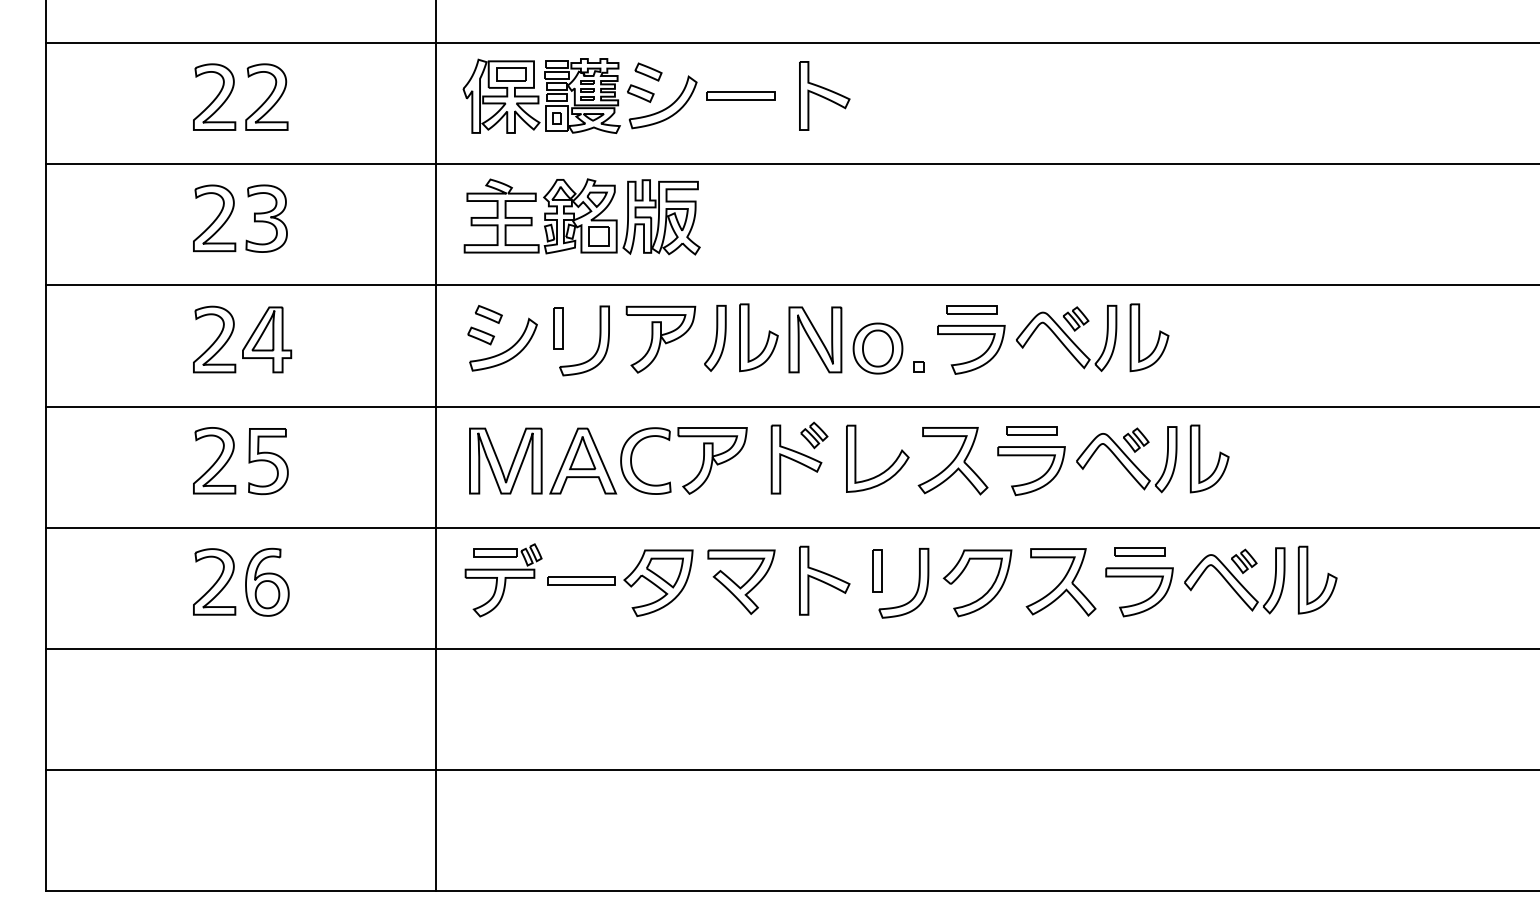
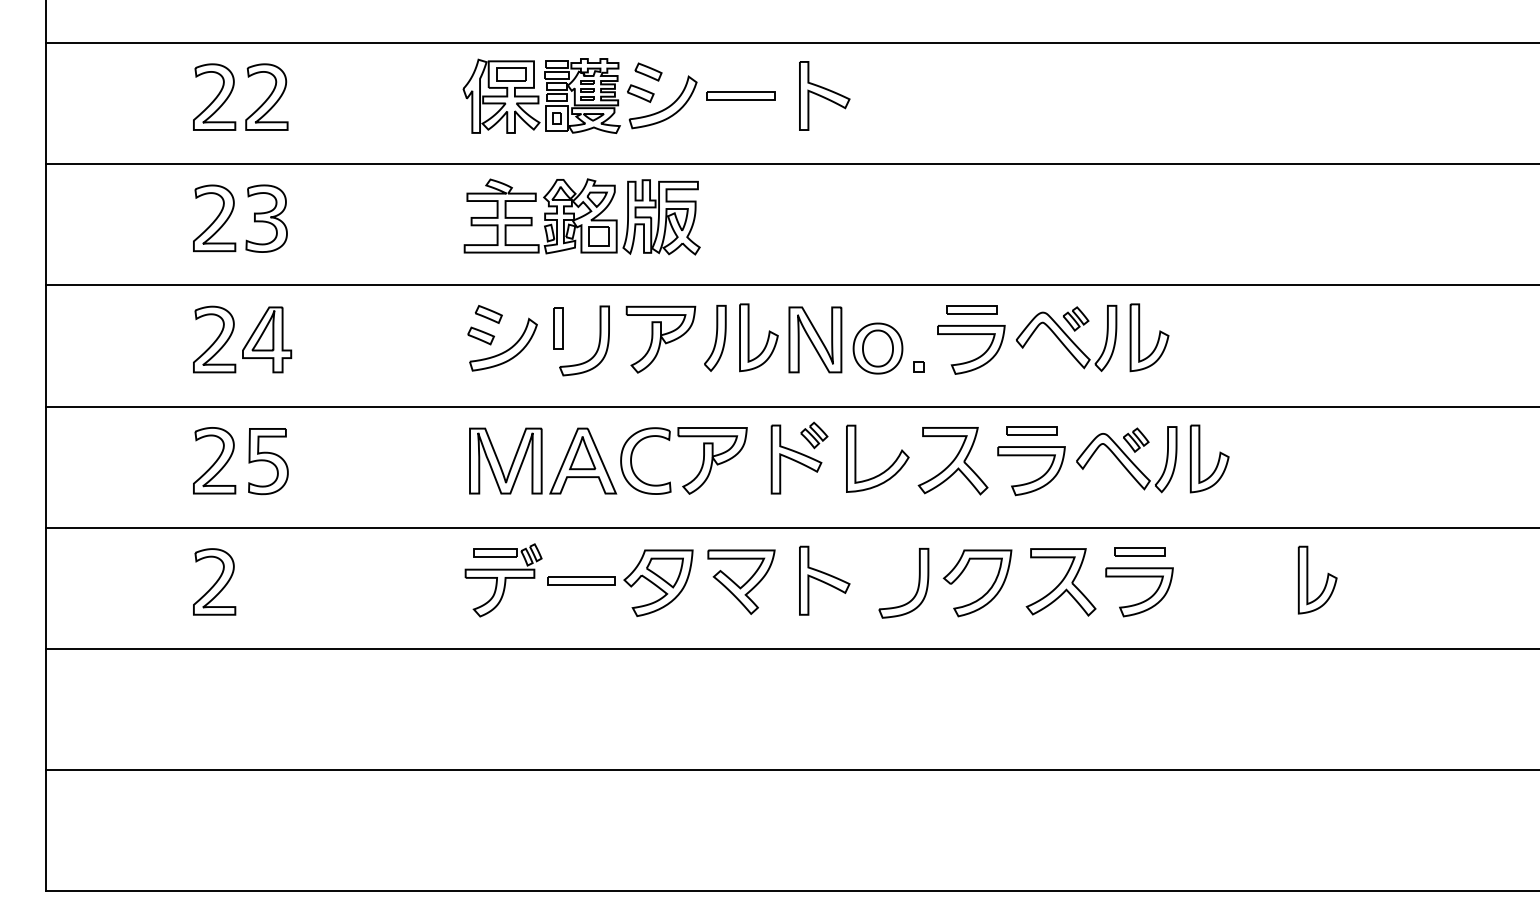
line at (435, 446): present -> none
part at (877, 570): present -> none
part at (1234, 580): present -> none
part at (267, 581): present -> none
